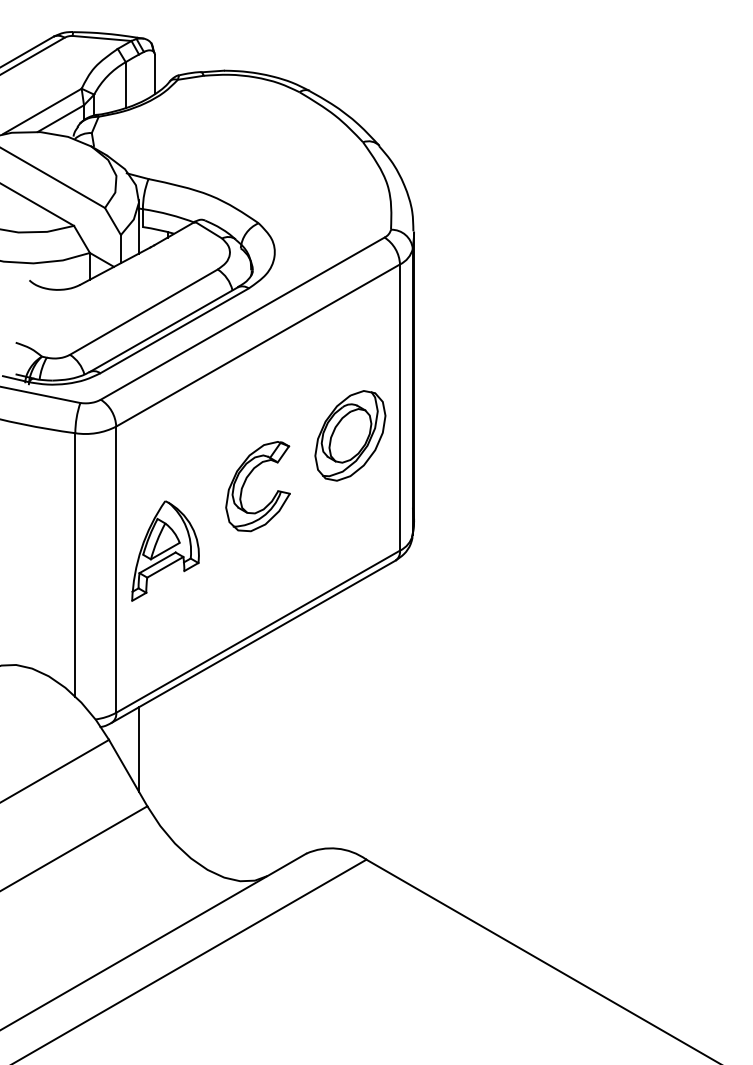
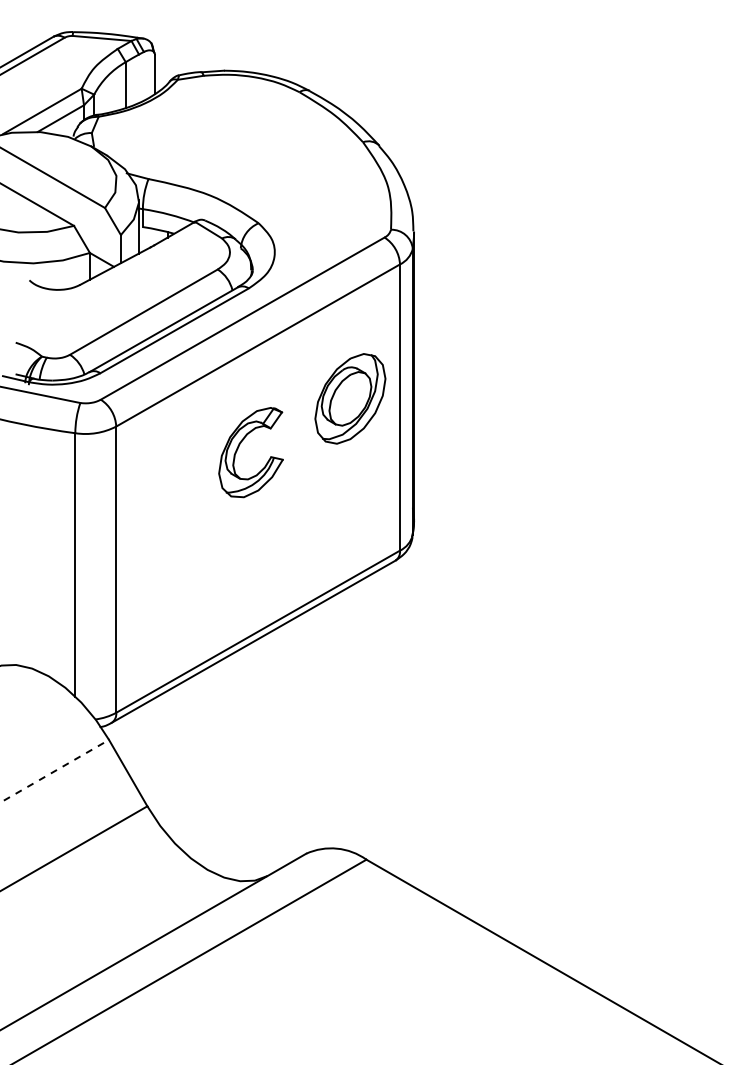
part at (350, 435) position: (350, 435) -> (350, 398)
part at (245, 483) position: (245, 483) -> (238, 449)
part at (165, 550): present -> none
line at (139, 749): present -> none
line at (54, 771): solid -> dashed
